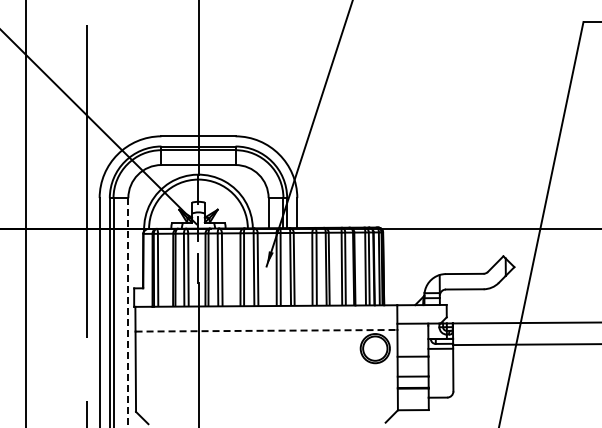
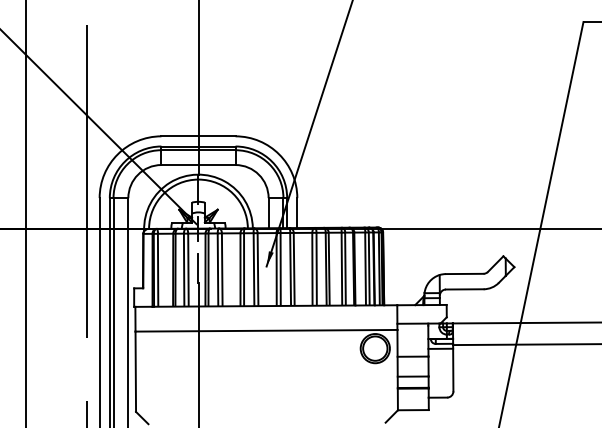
line at (128, 313): dashed -> solid
line at (266, 330): dashed -> solid
